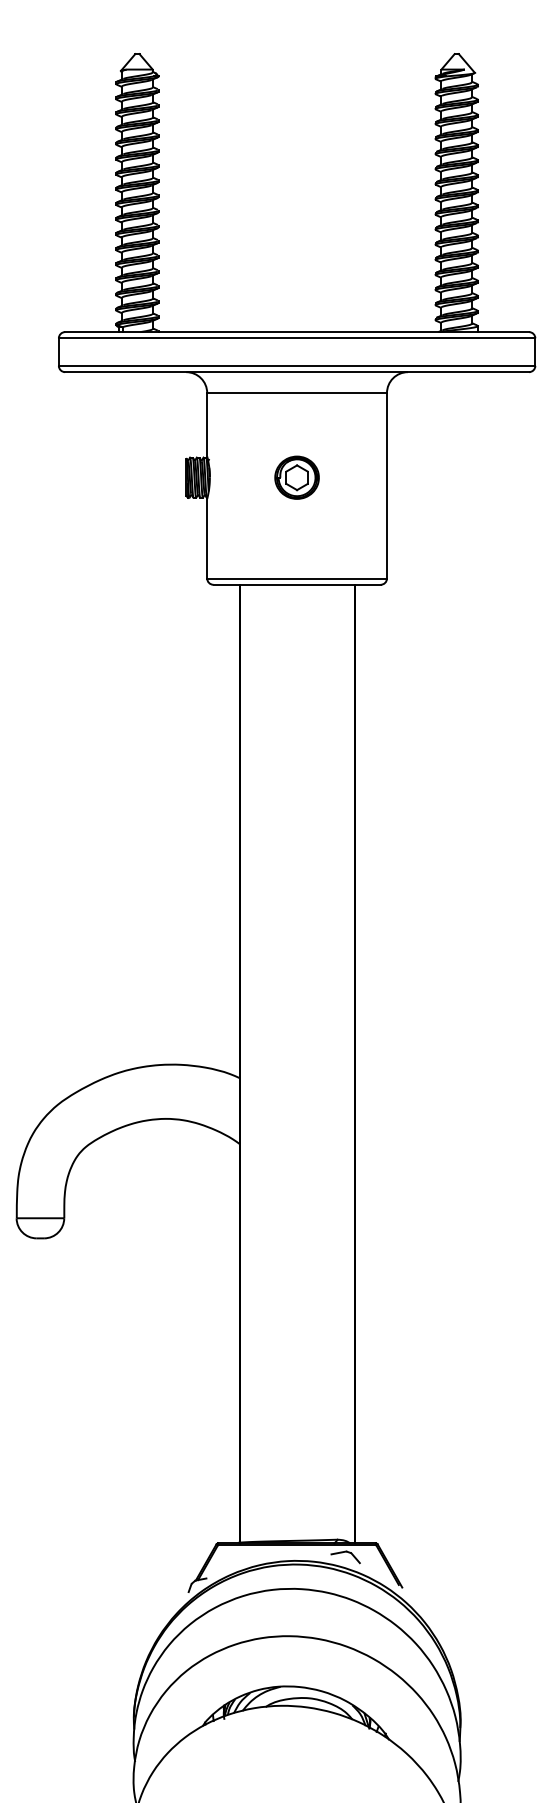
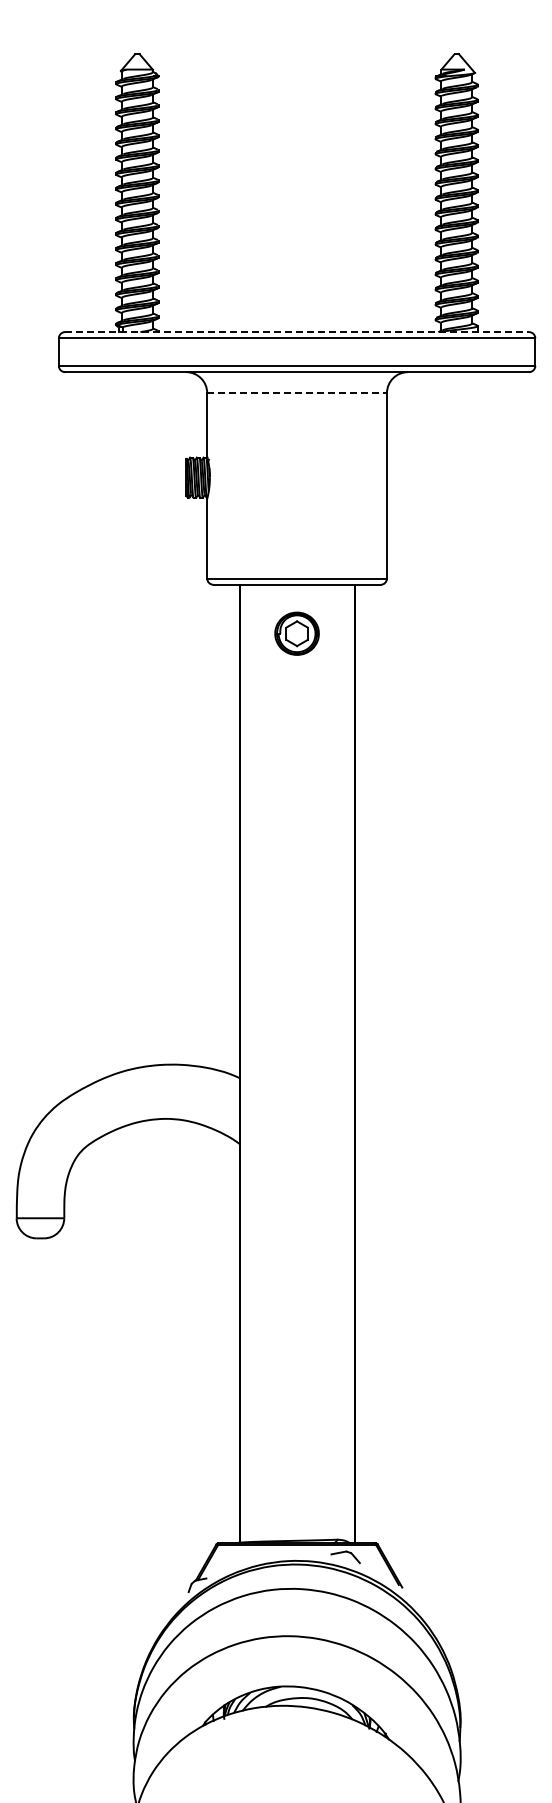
line at (297, 332): solid -> dashed
line at (297, 393): solid -> dashed
part at (296, 477) position: (296, 477) -> (296, 633)
